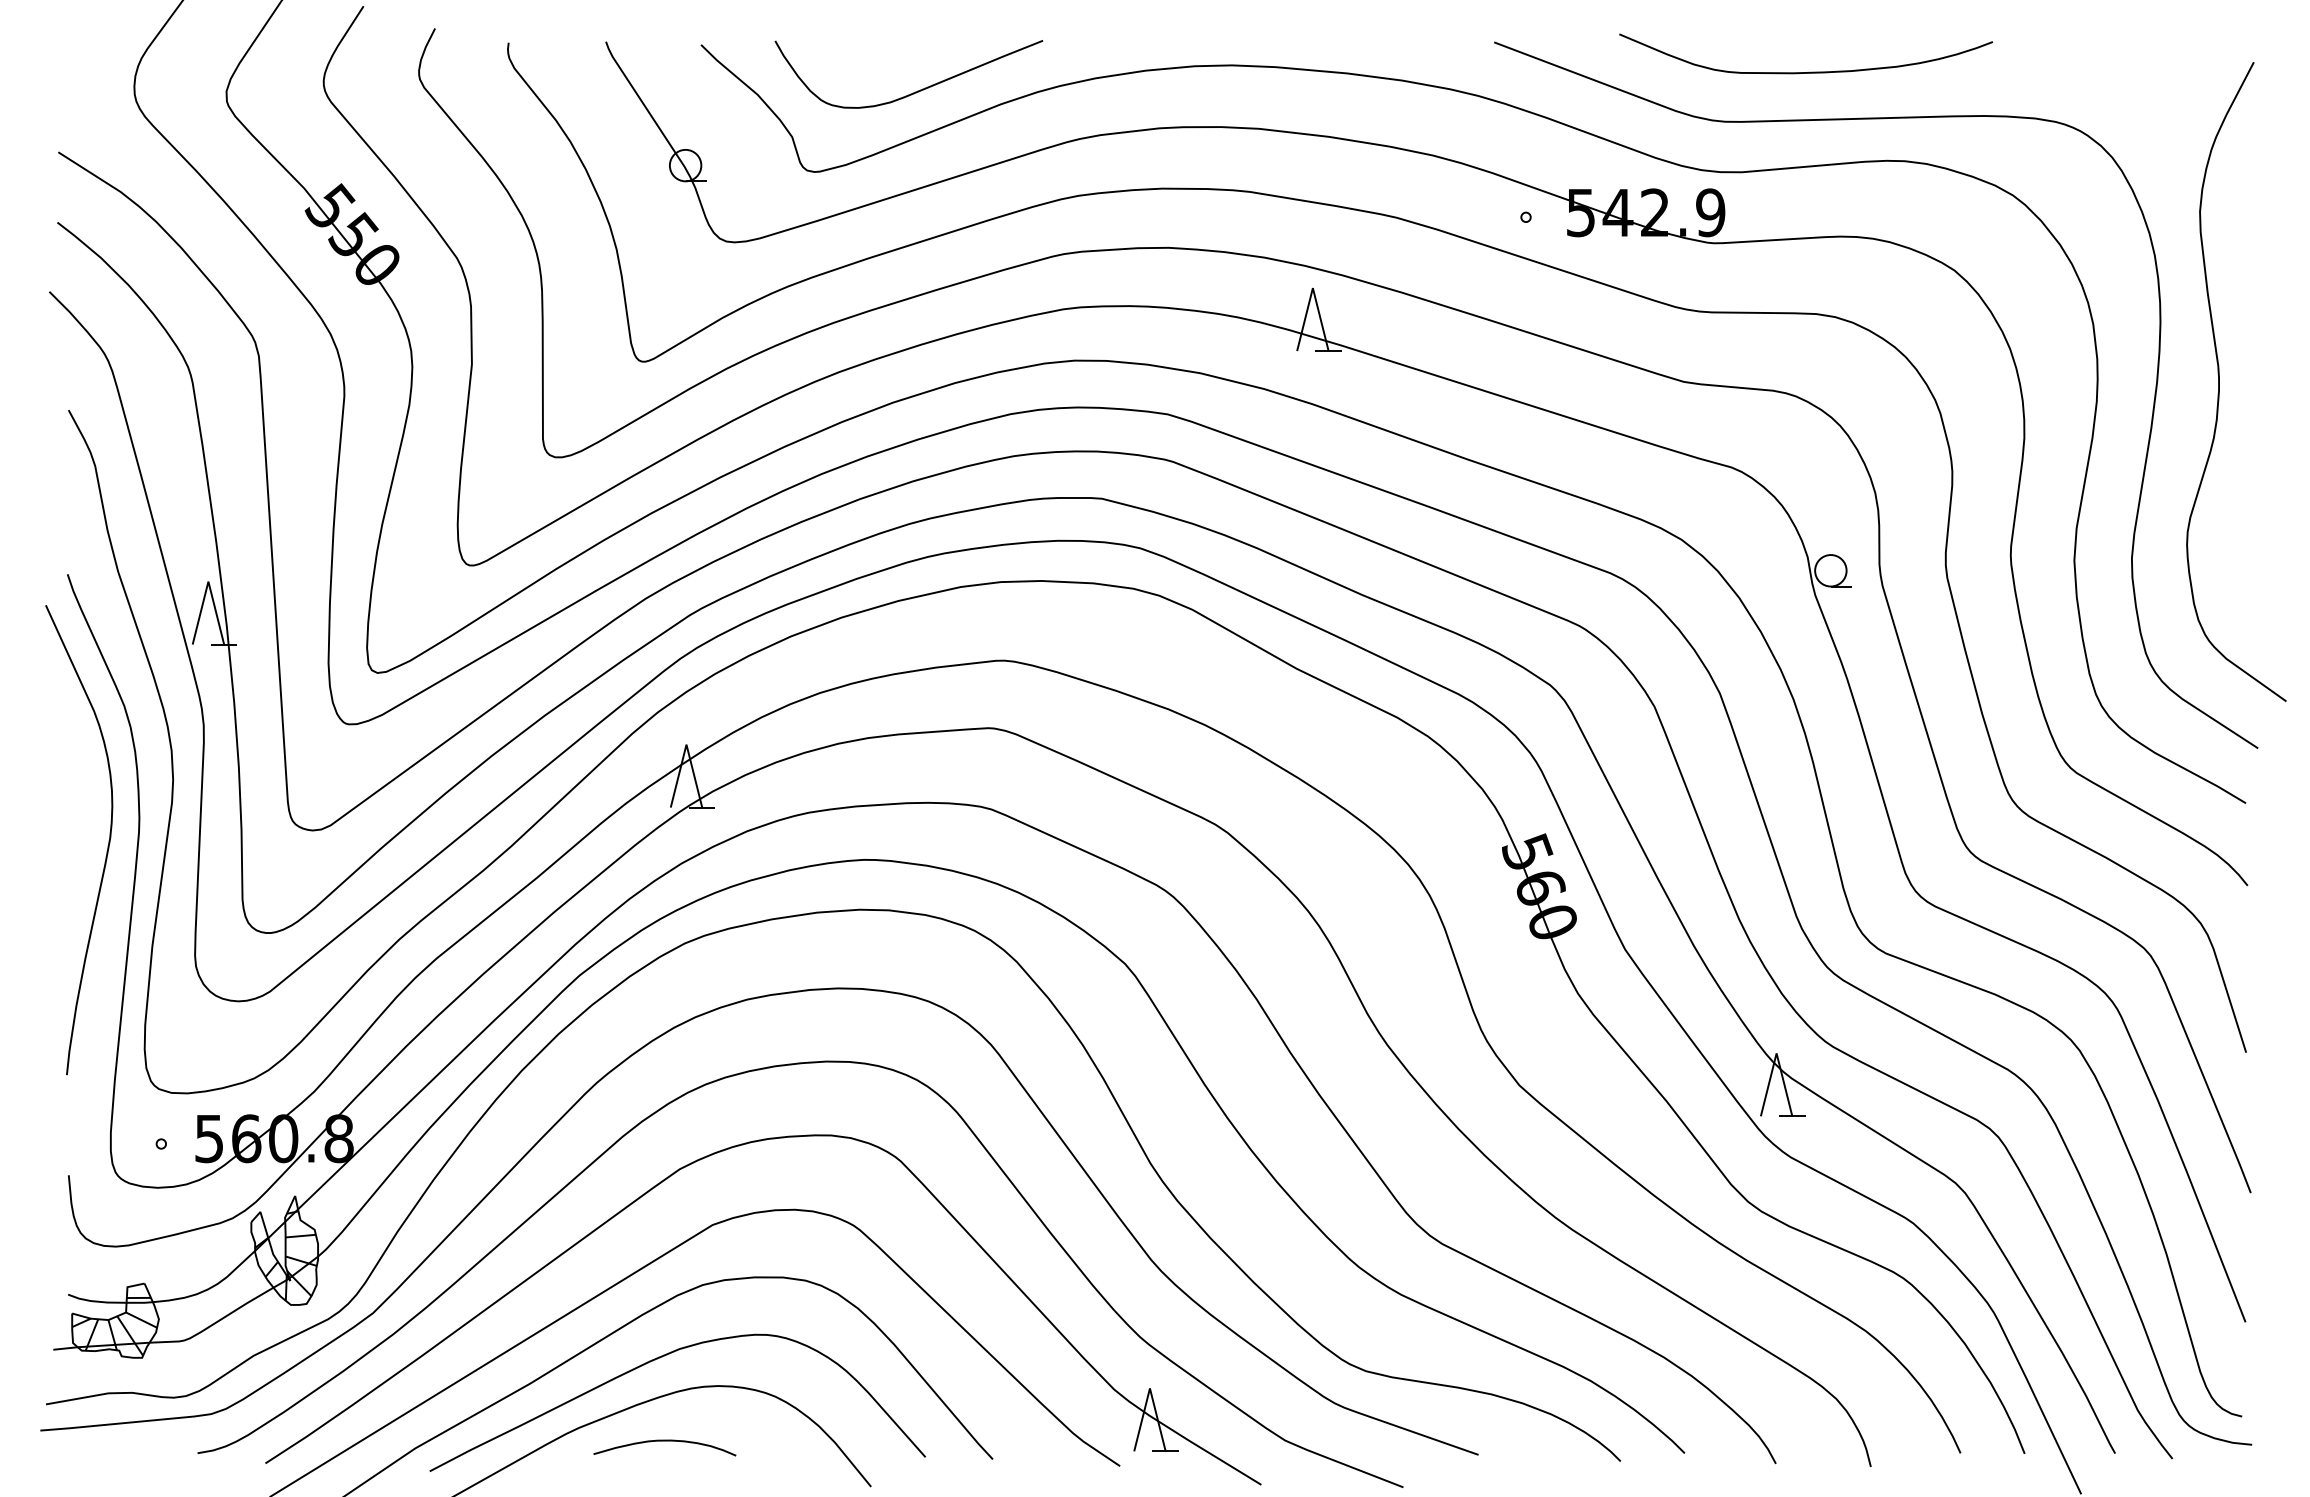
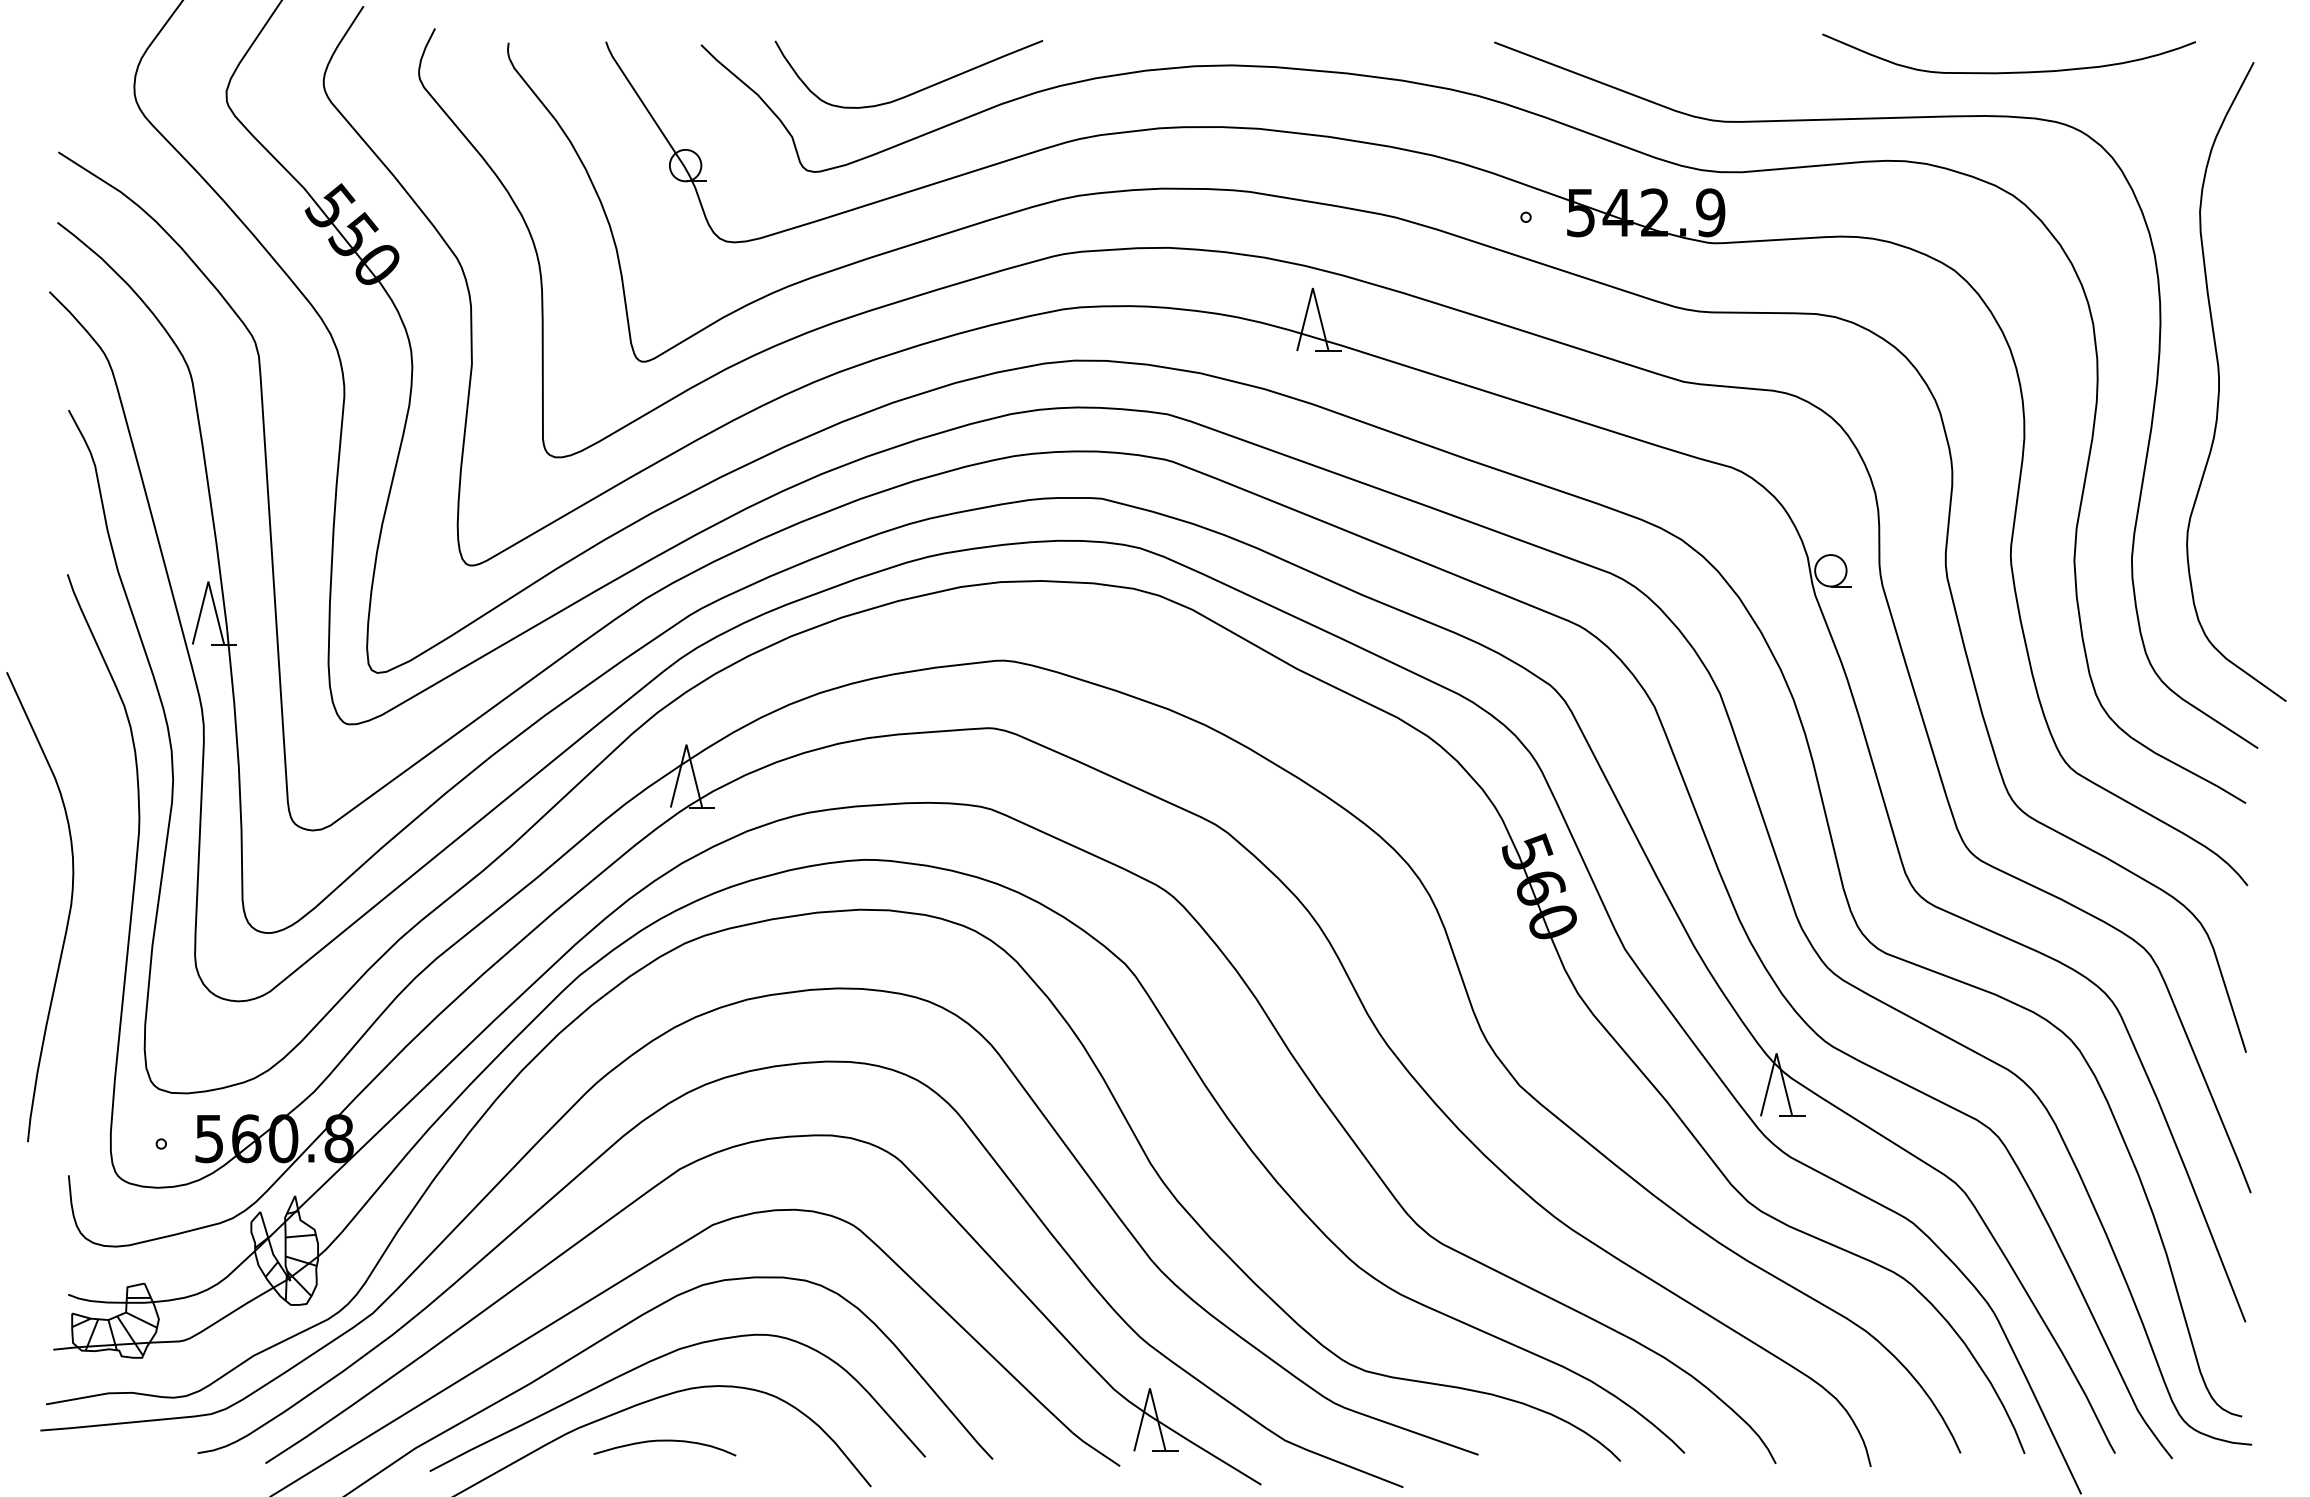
curve at (1809, 71) position: (1809, 71) -> (2012, 71)
curve at (107, 846) position: (107, 846) -> (68, 913)
